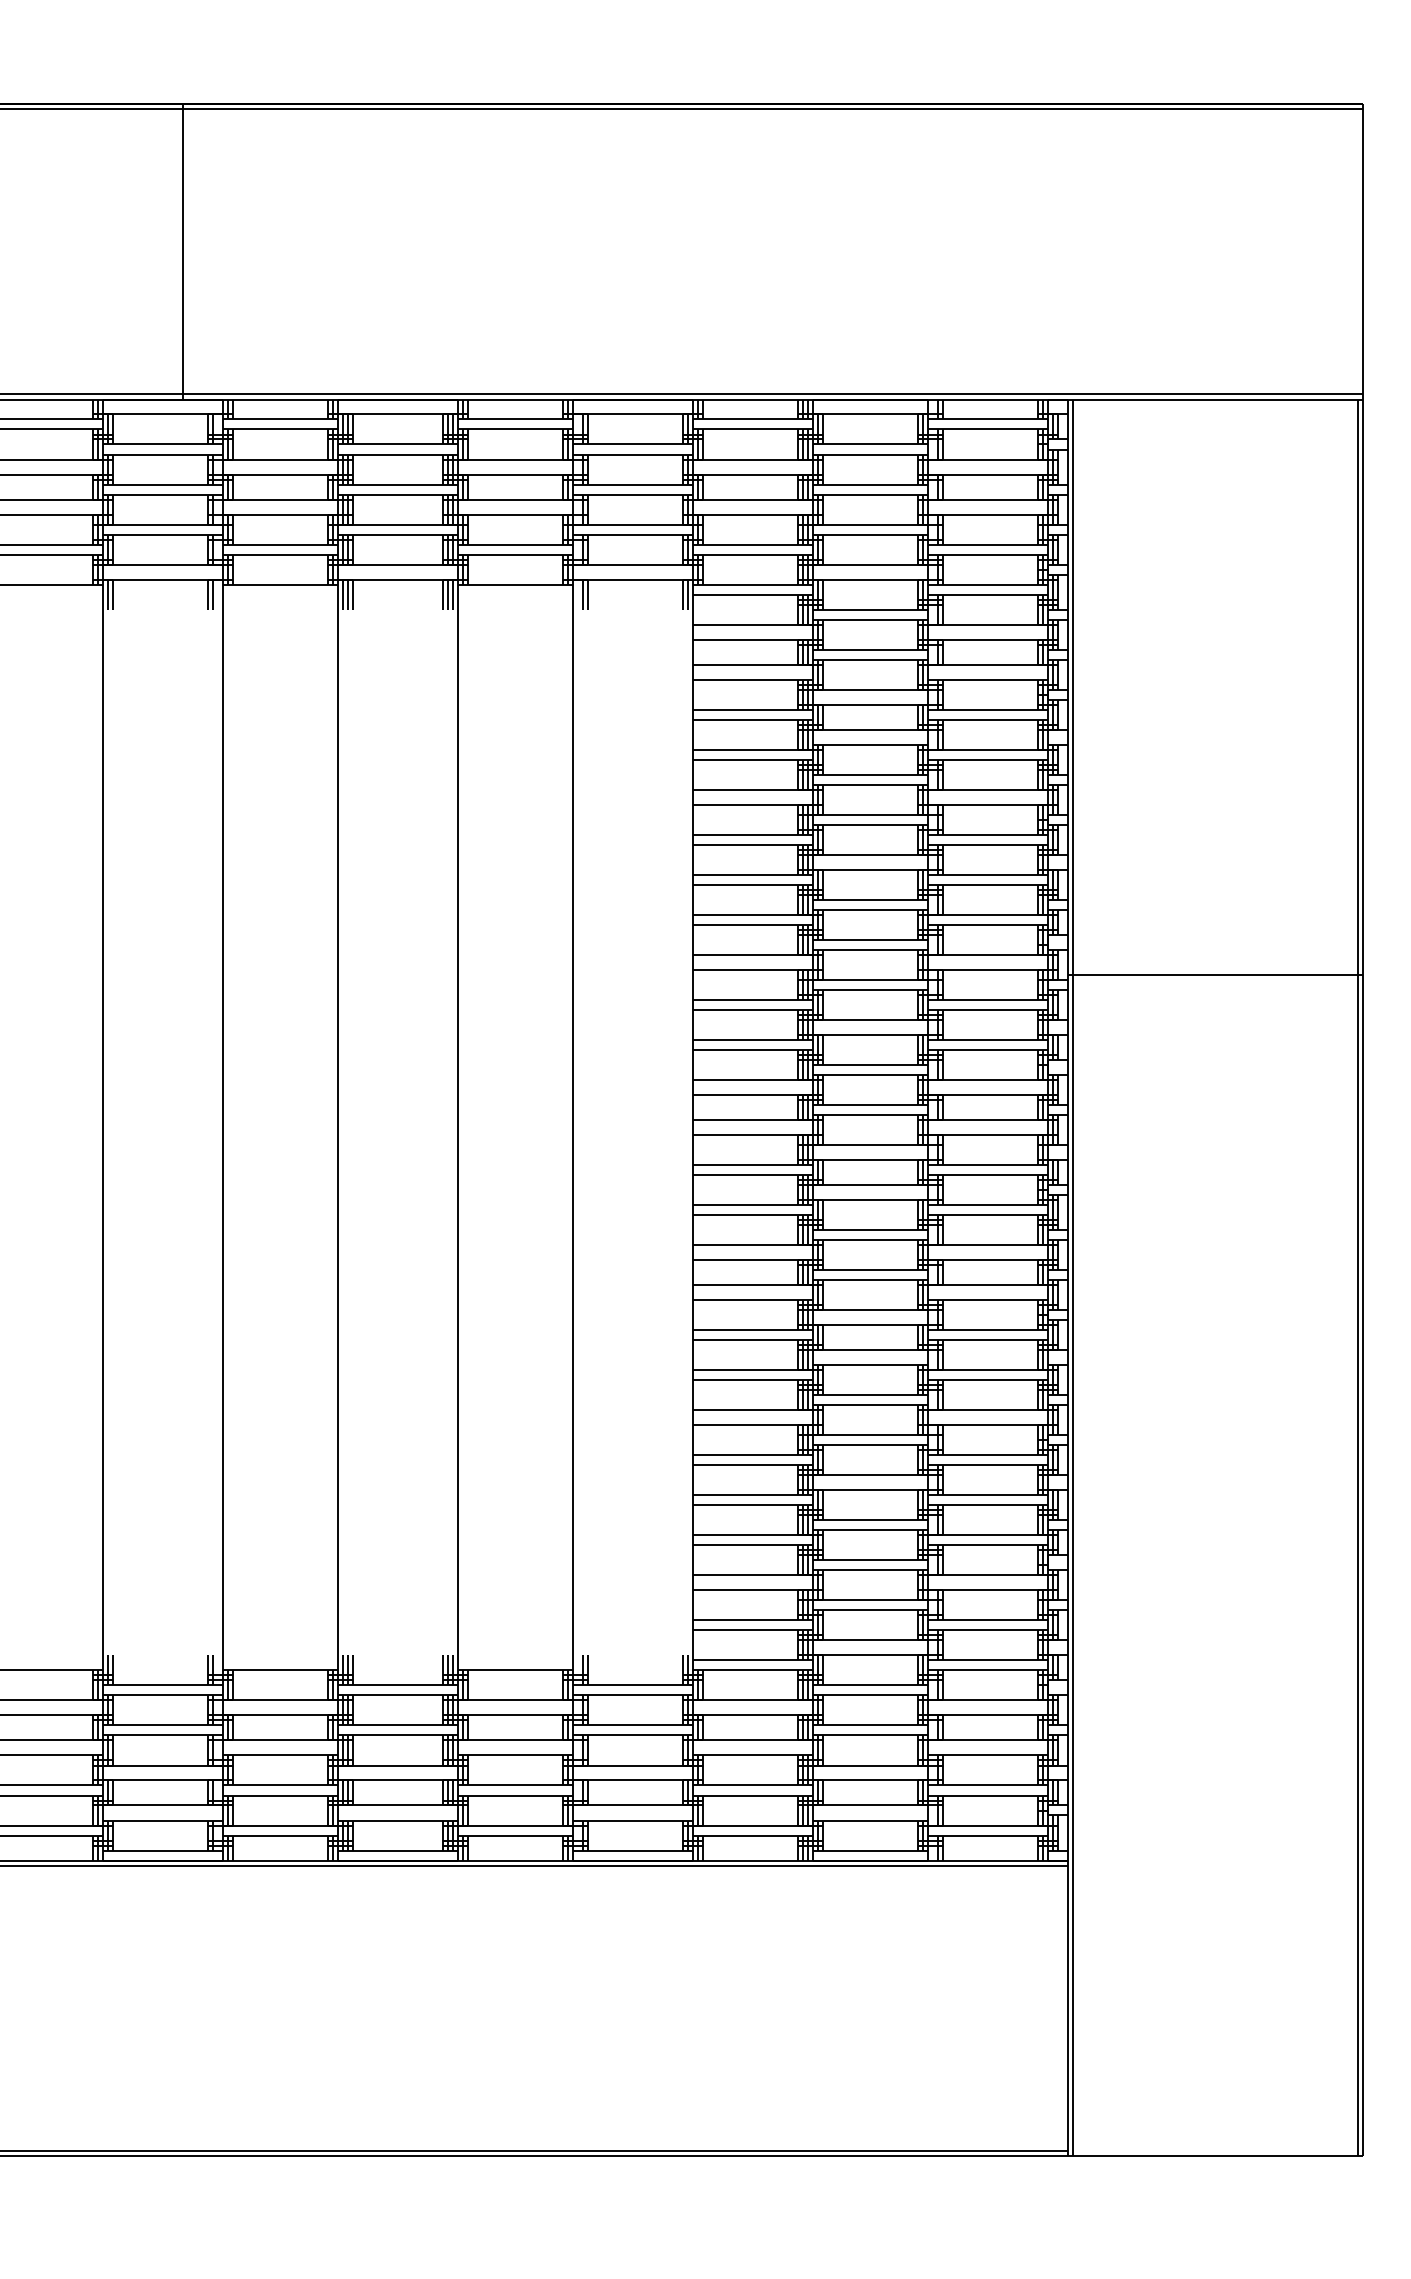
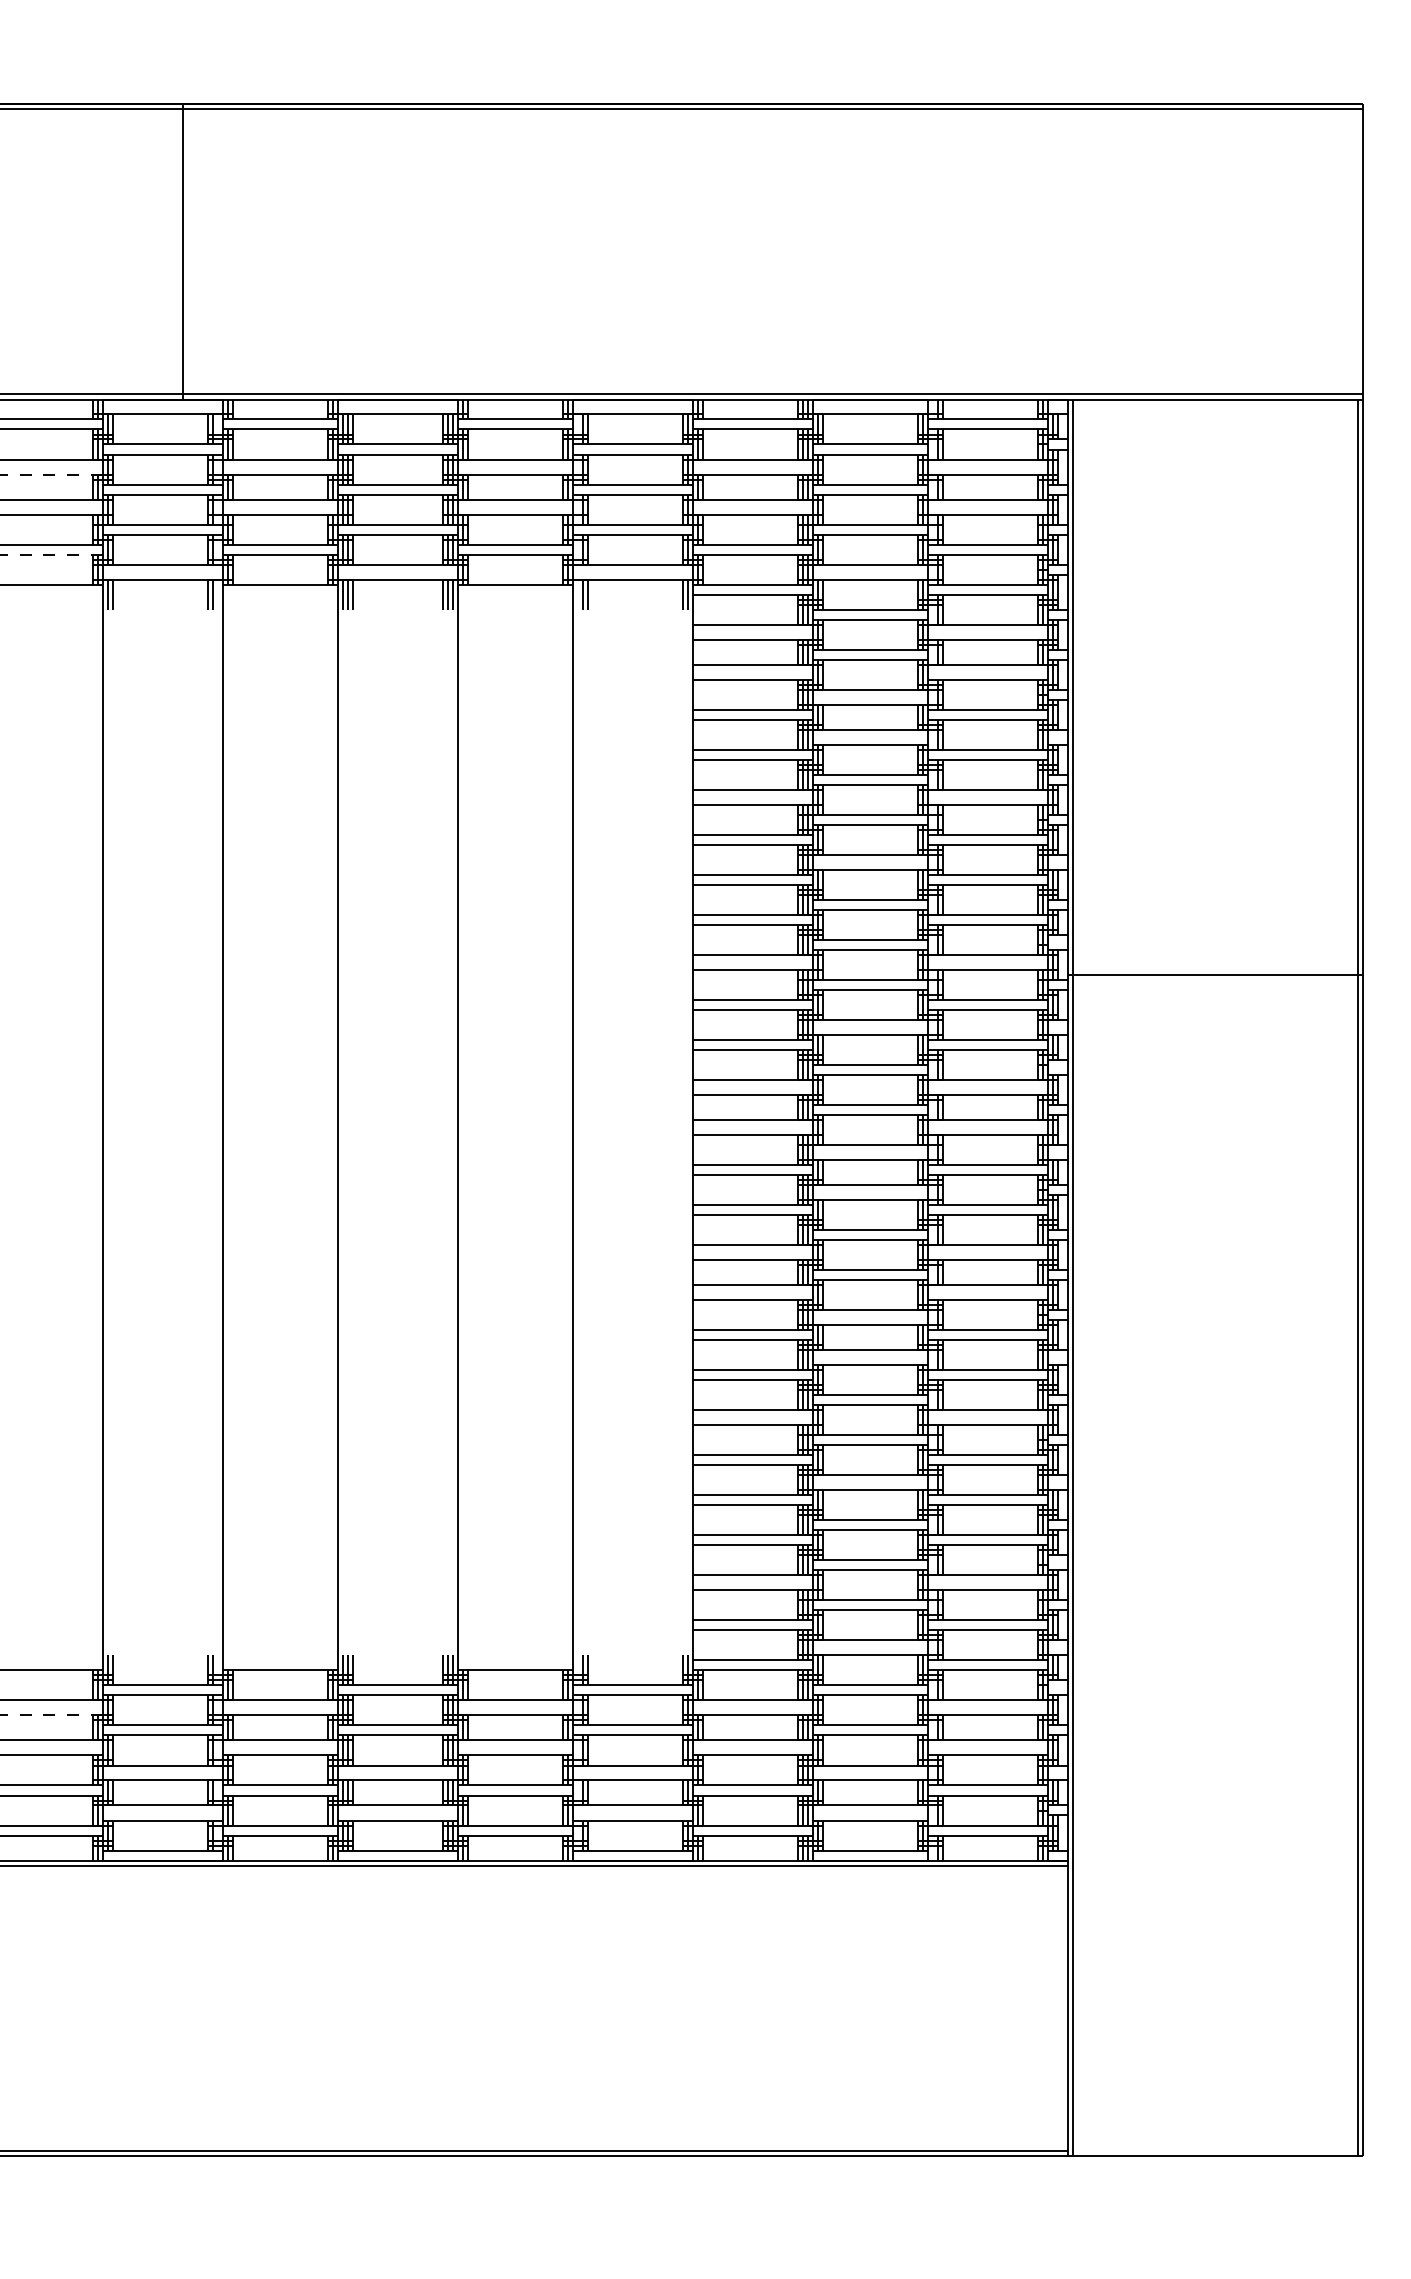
line at (50, 474): solid -> dashed
line at (50, 554): solid -> dashed
line at (50, 1715): solid -> dashed
